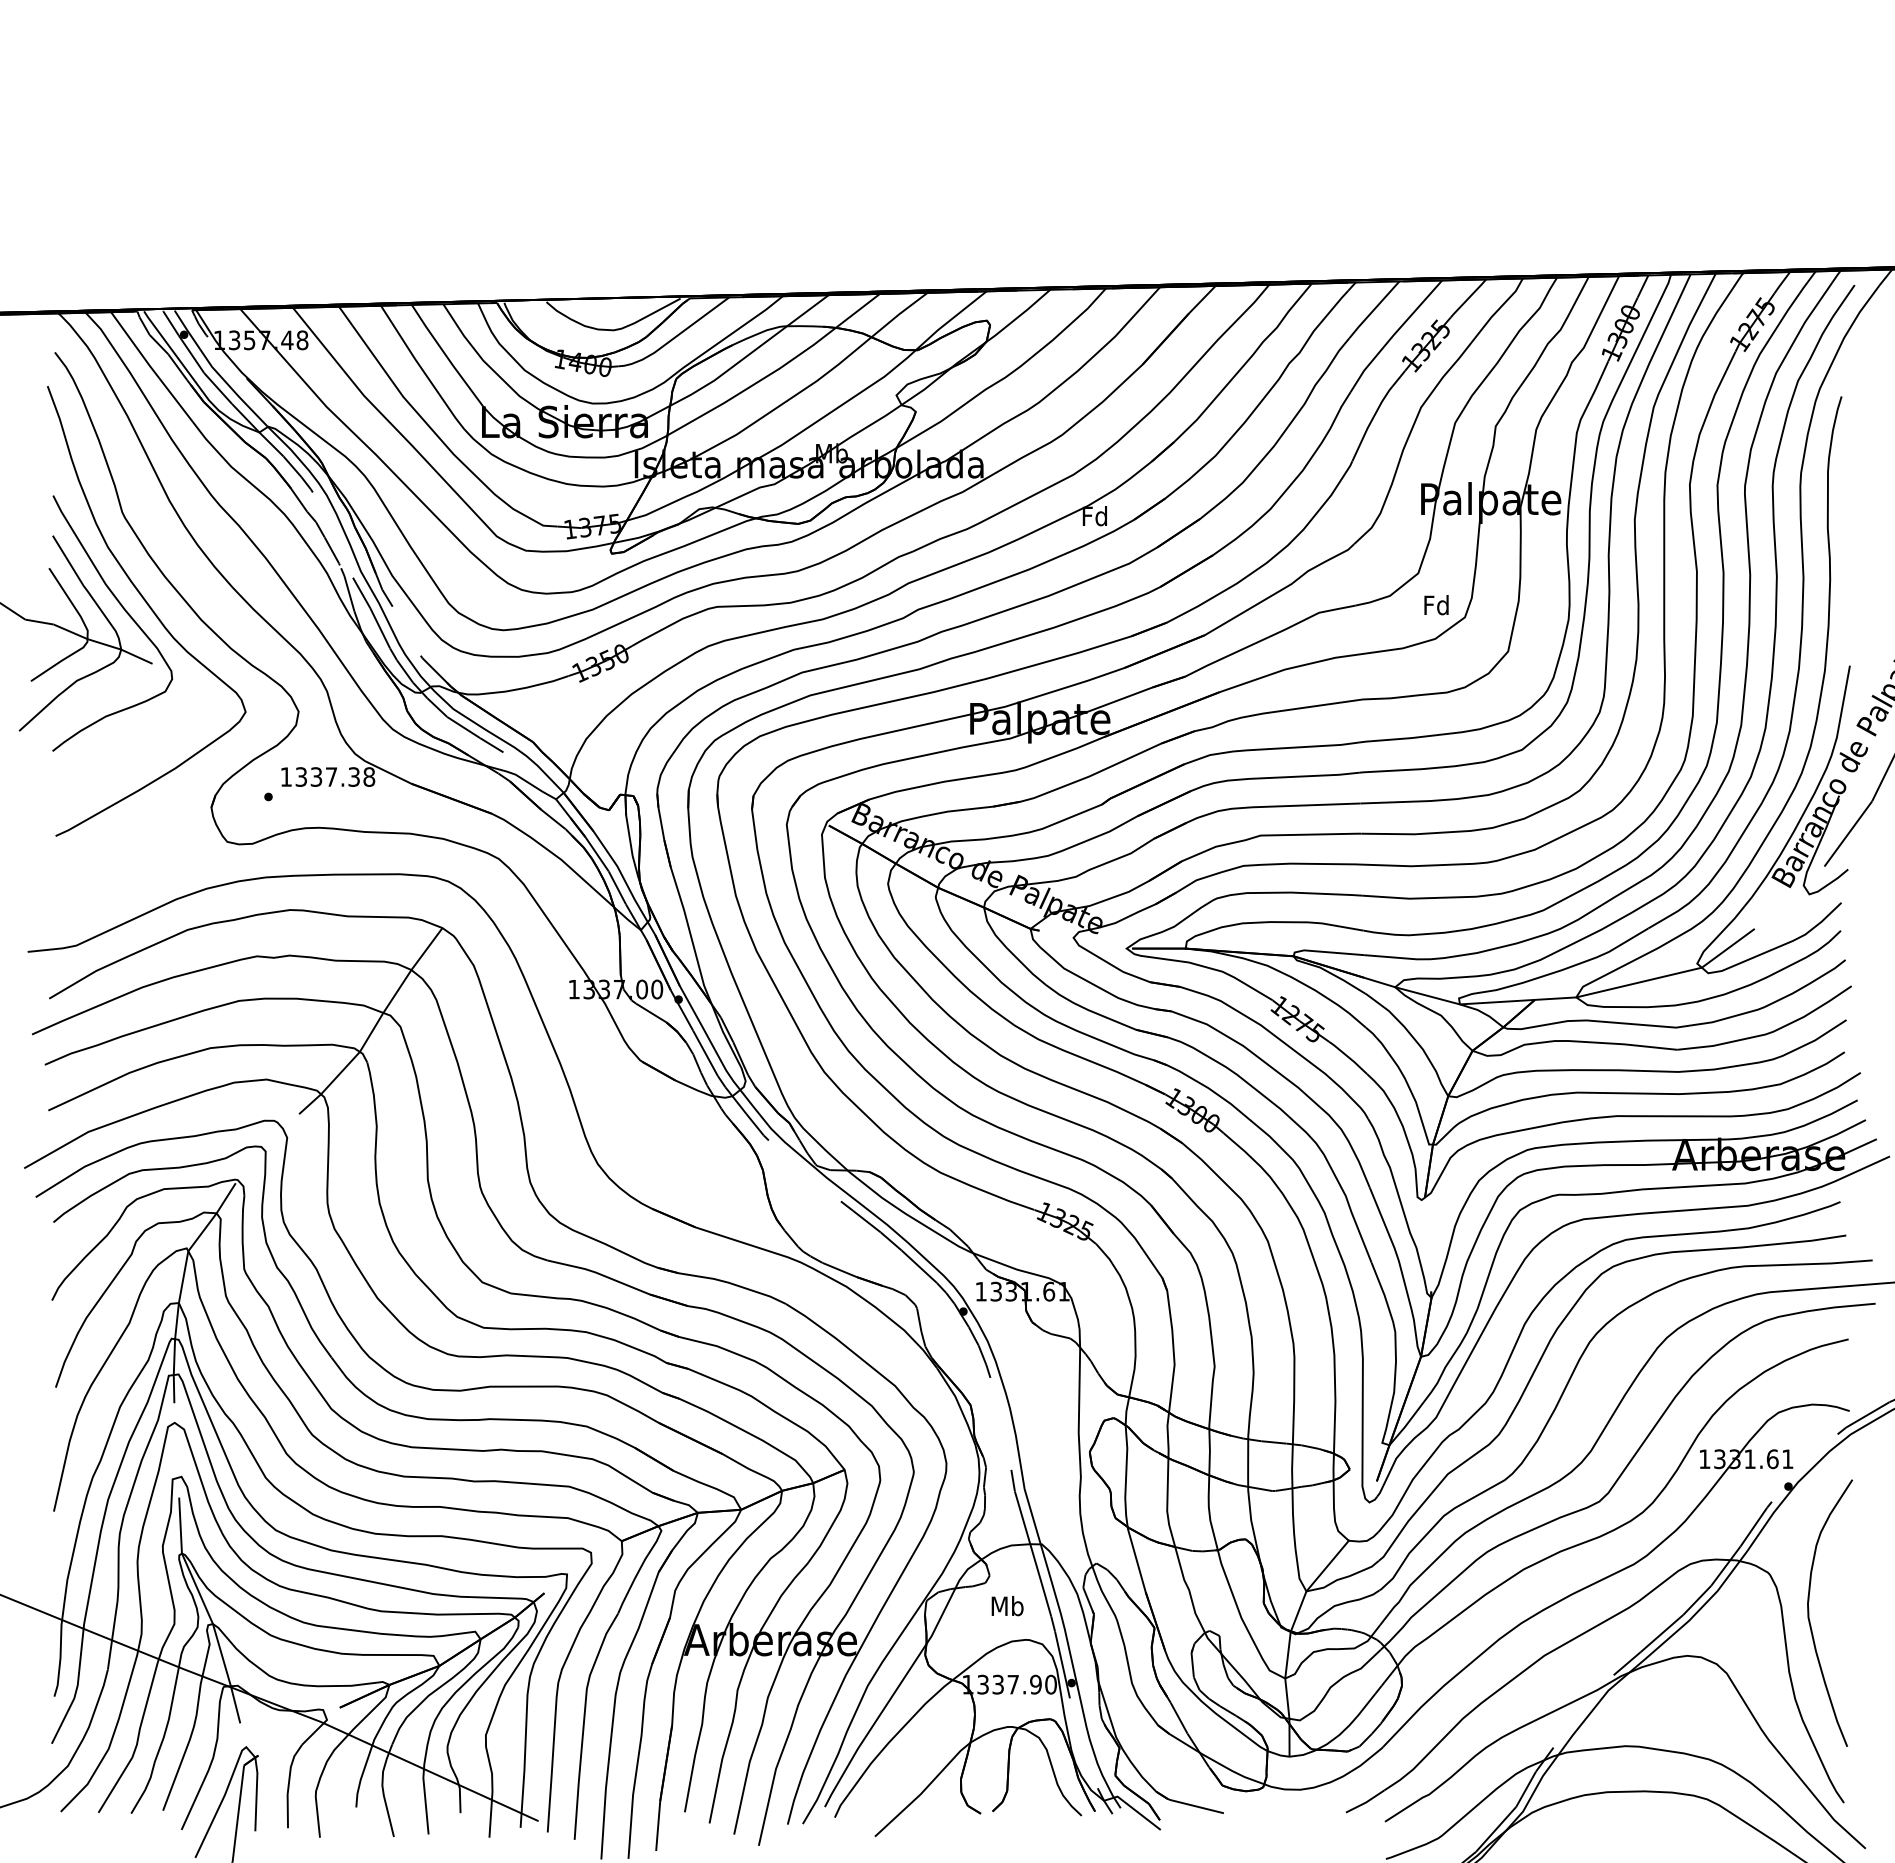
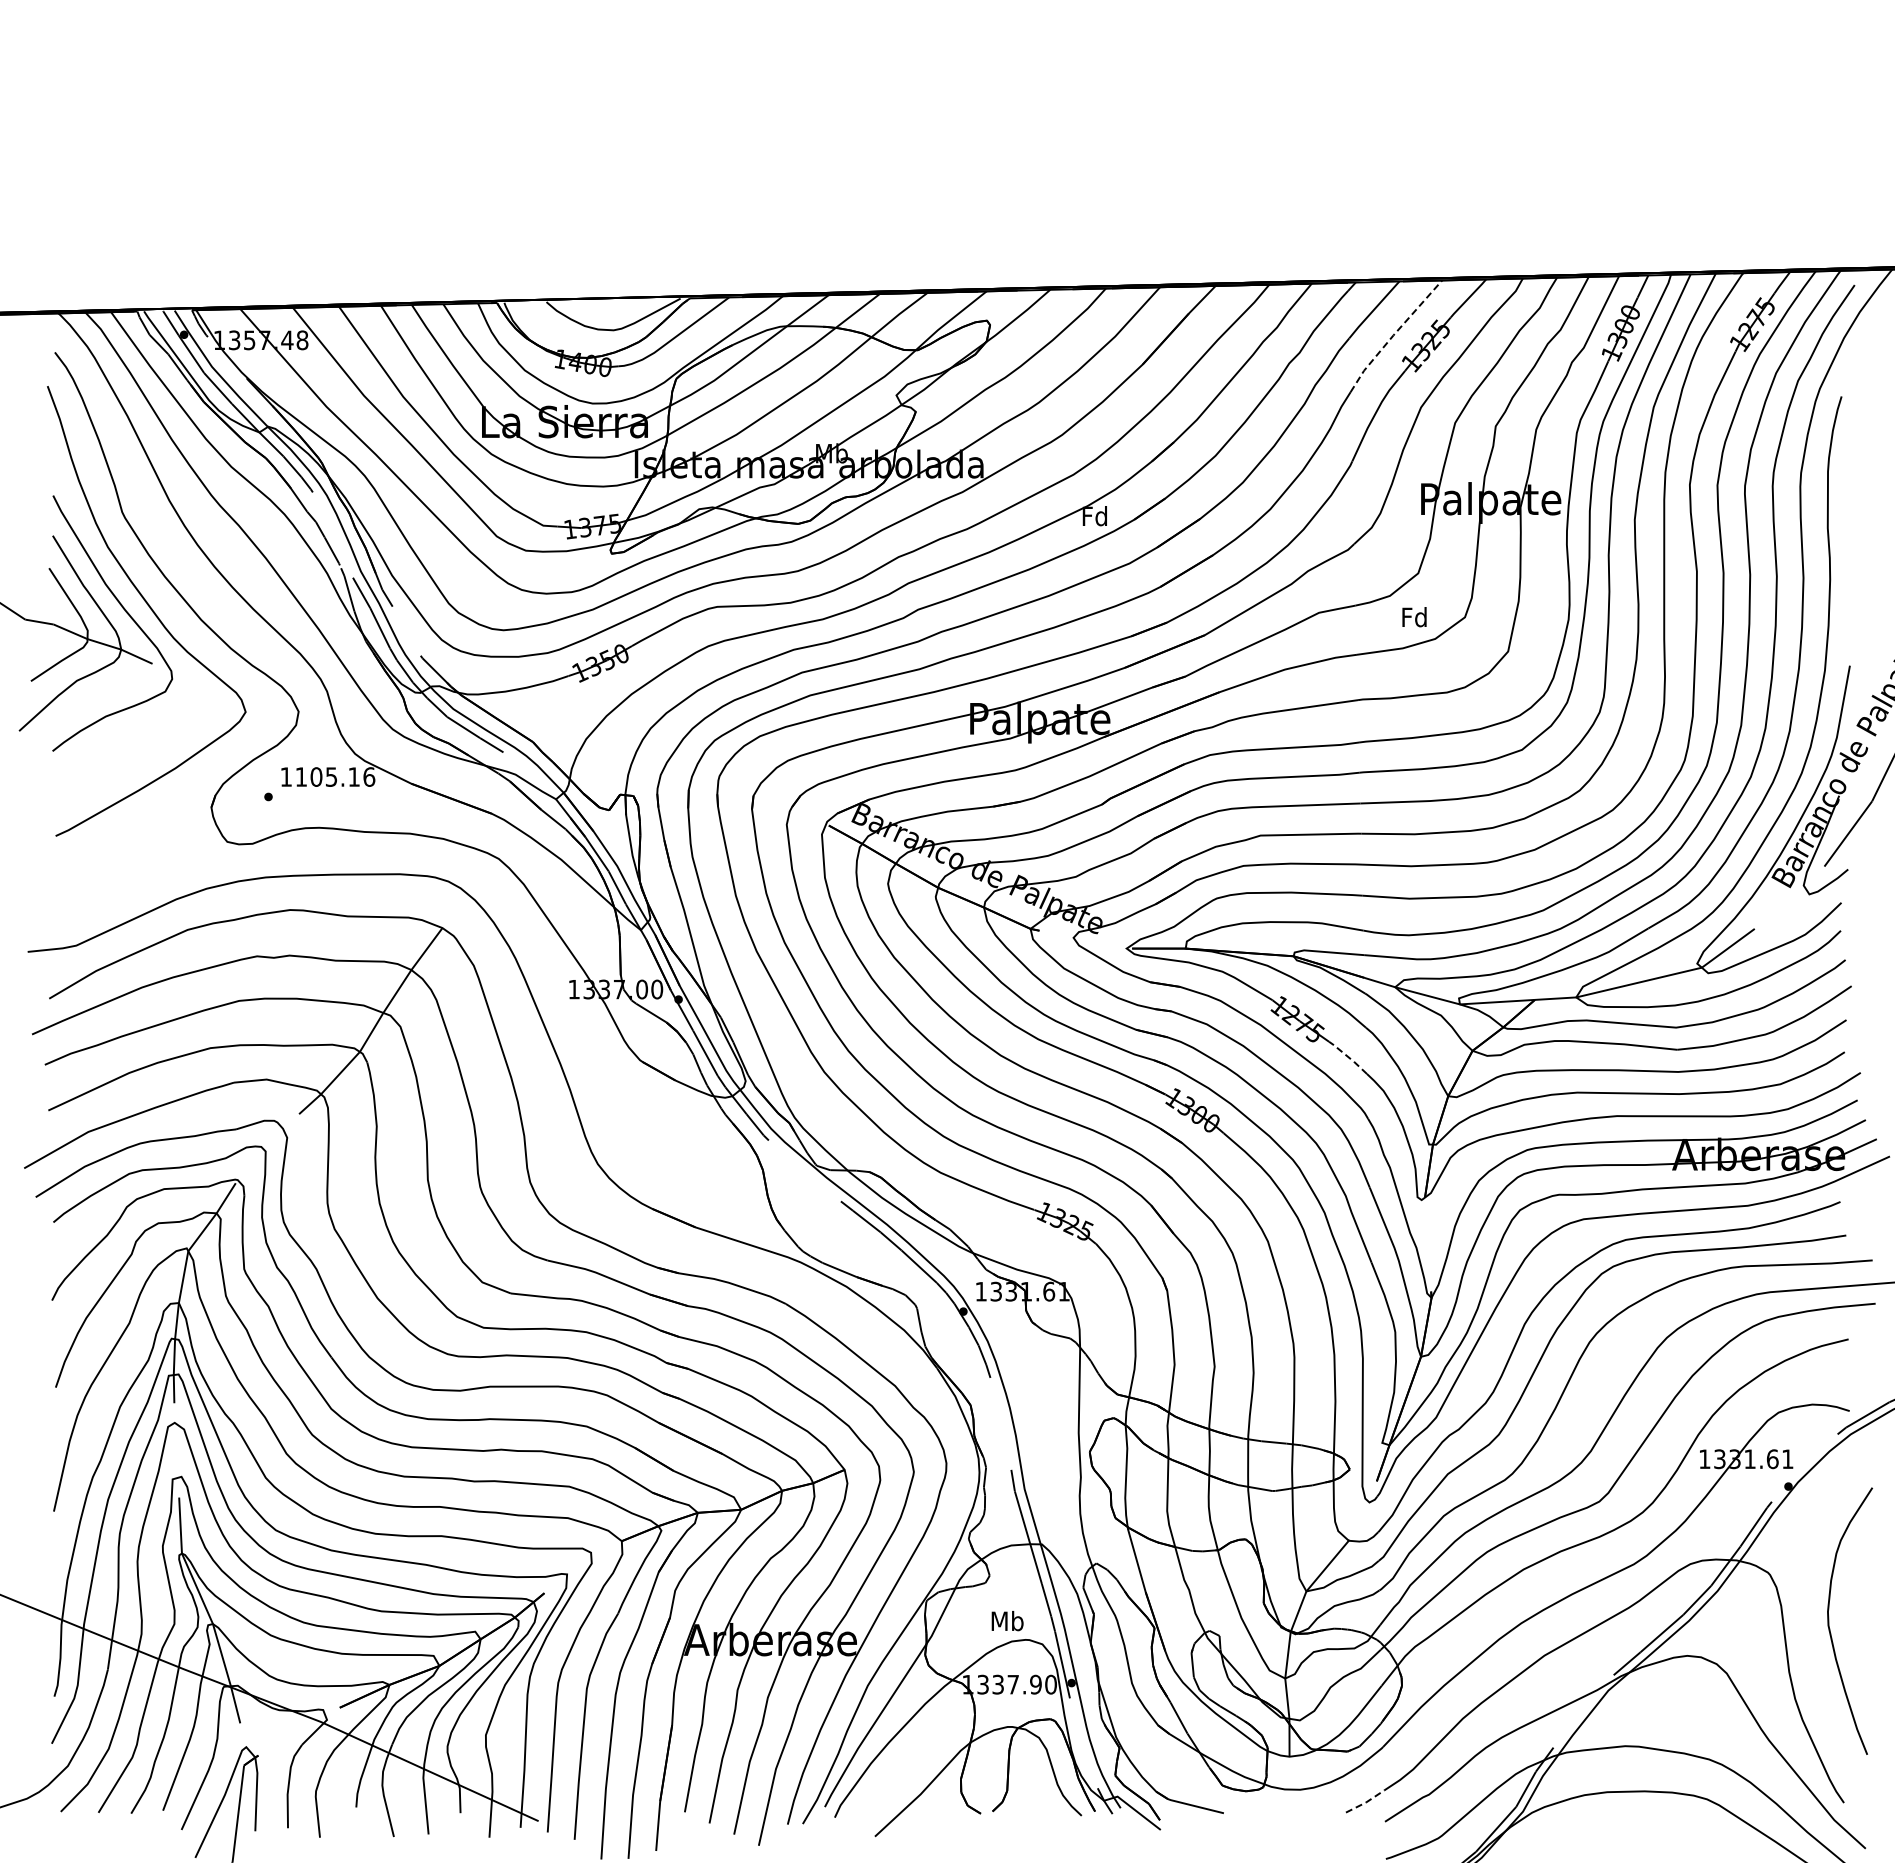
line at (1393, 335): solid -> dashed
text at (1436, 605) position: (1436, 605) -> (1414, 617)
text at (335, 776): 1337.38 -> 1105.16
line at (1348, 1056): solid -> dashed
text at (1007, 1606) position: (1007, 1606) -> (1007, 1621)
curve at (1809, 1612) position: (1809, 1612) -> (1829, 1620)
line at (1366, 1802): solid -> dashed
